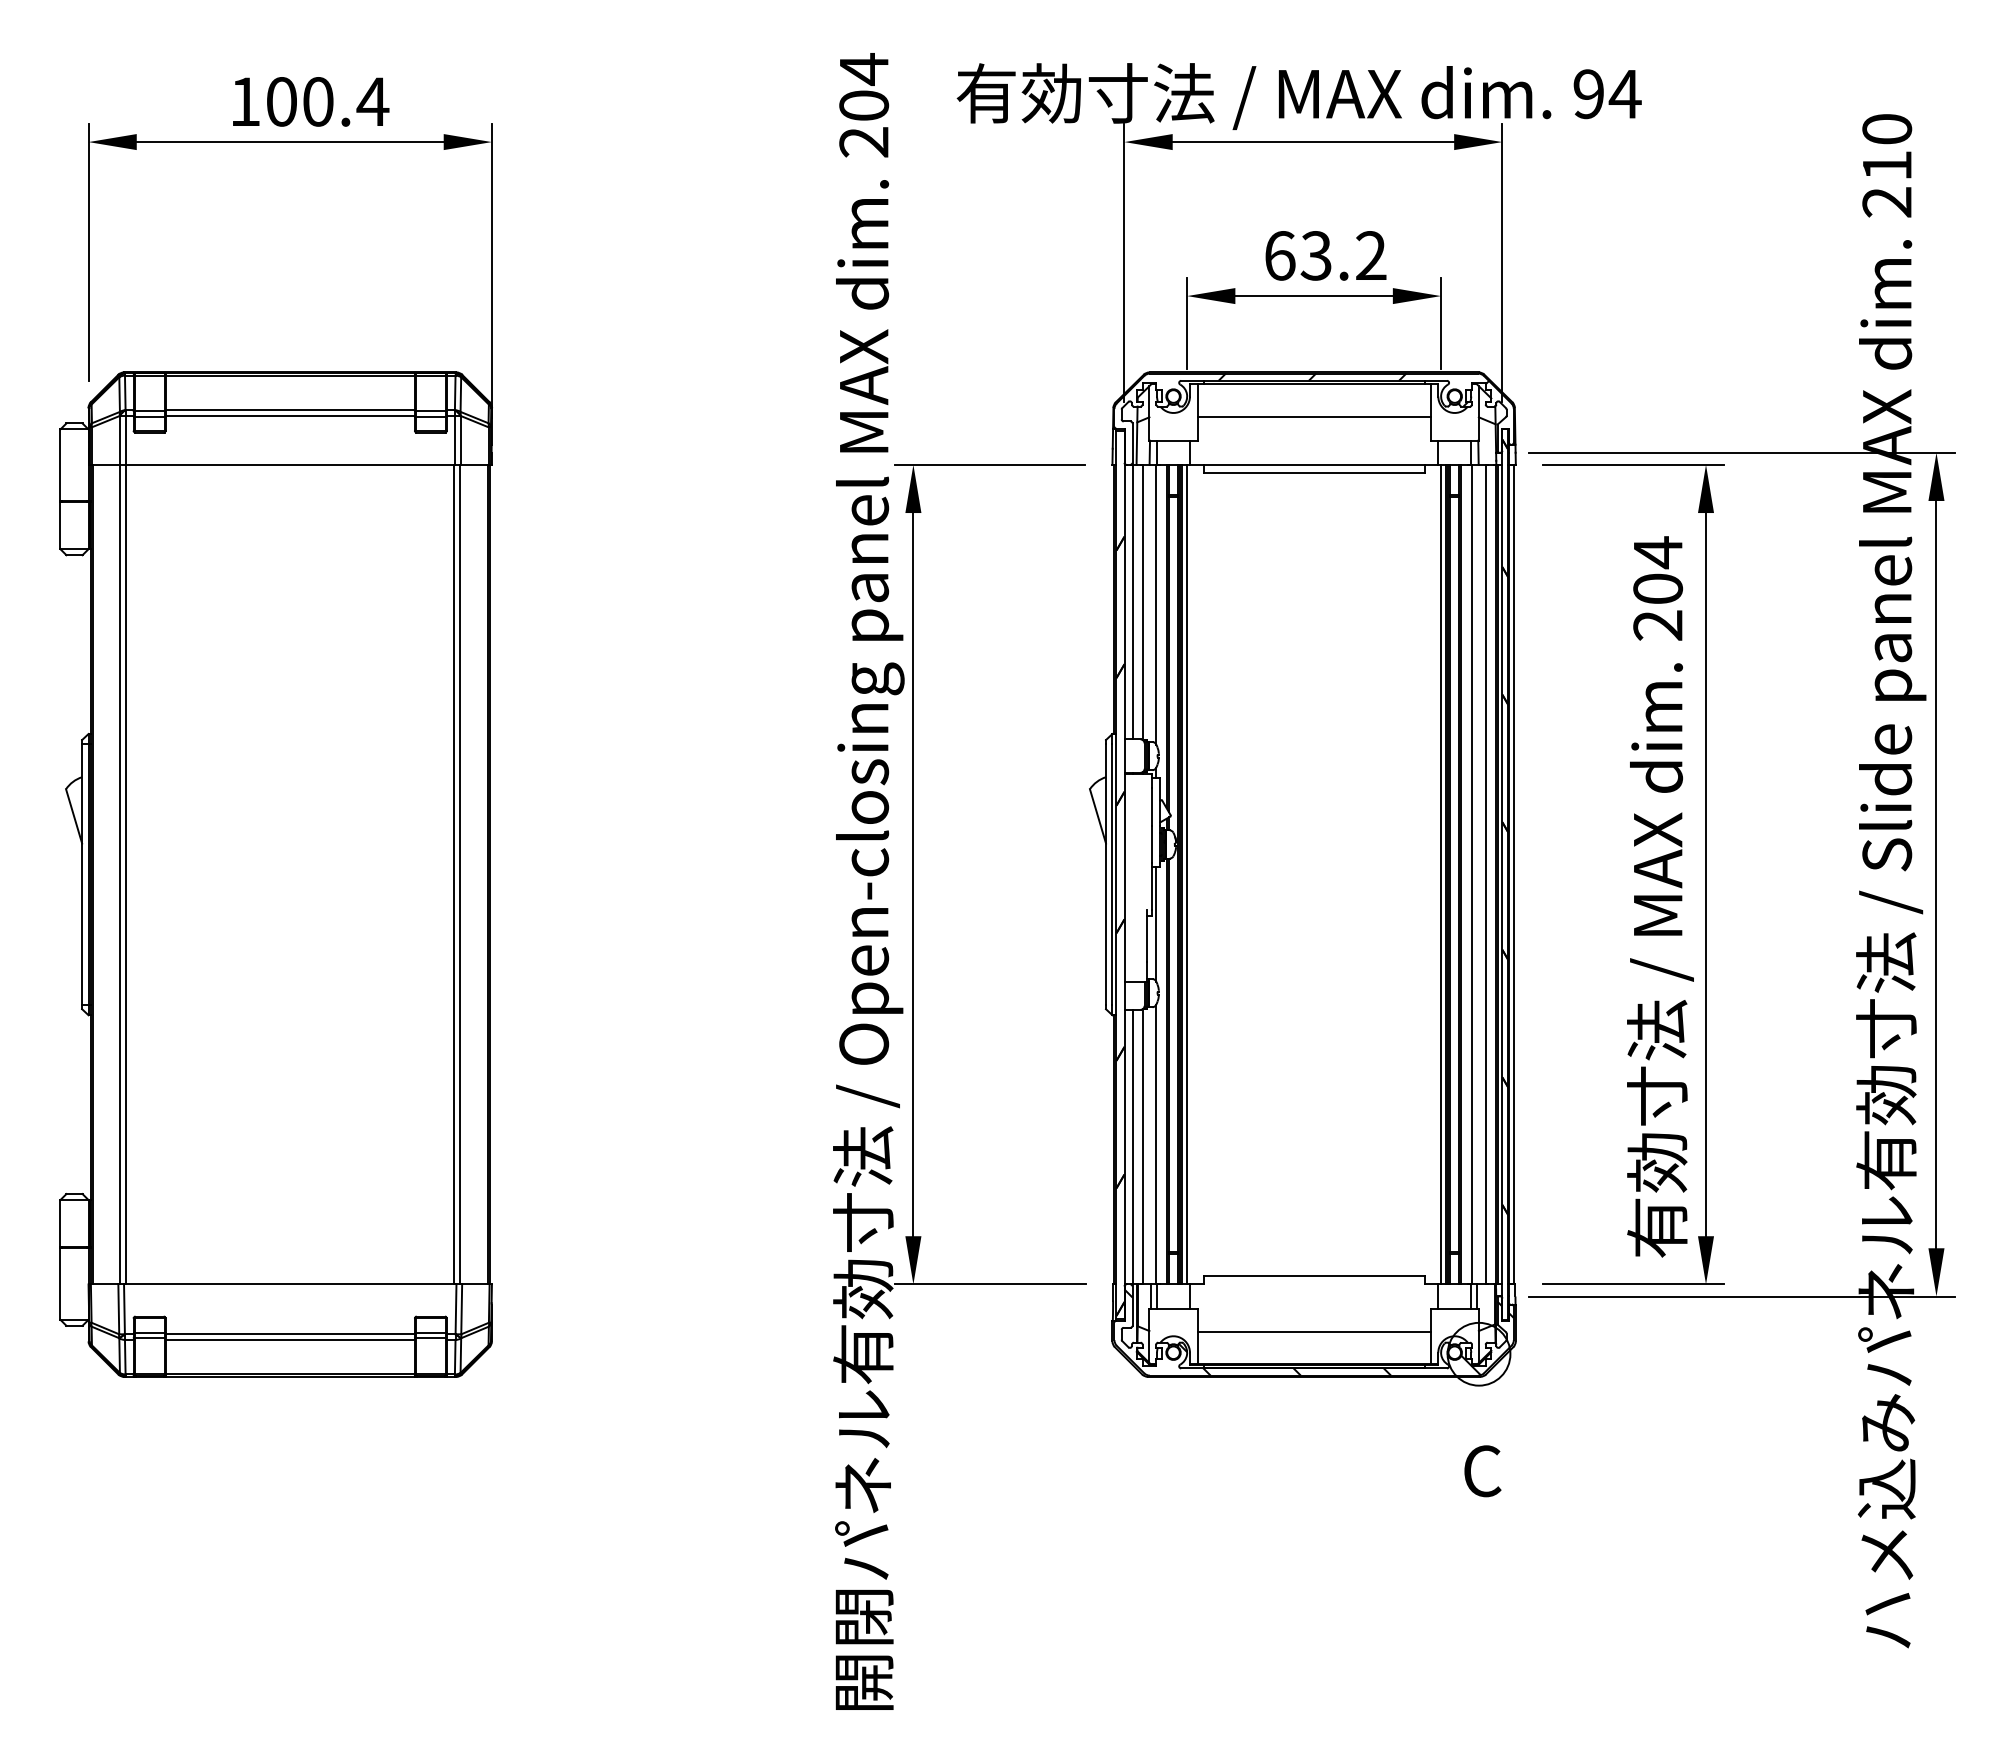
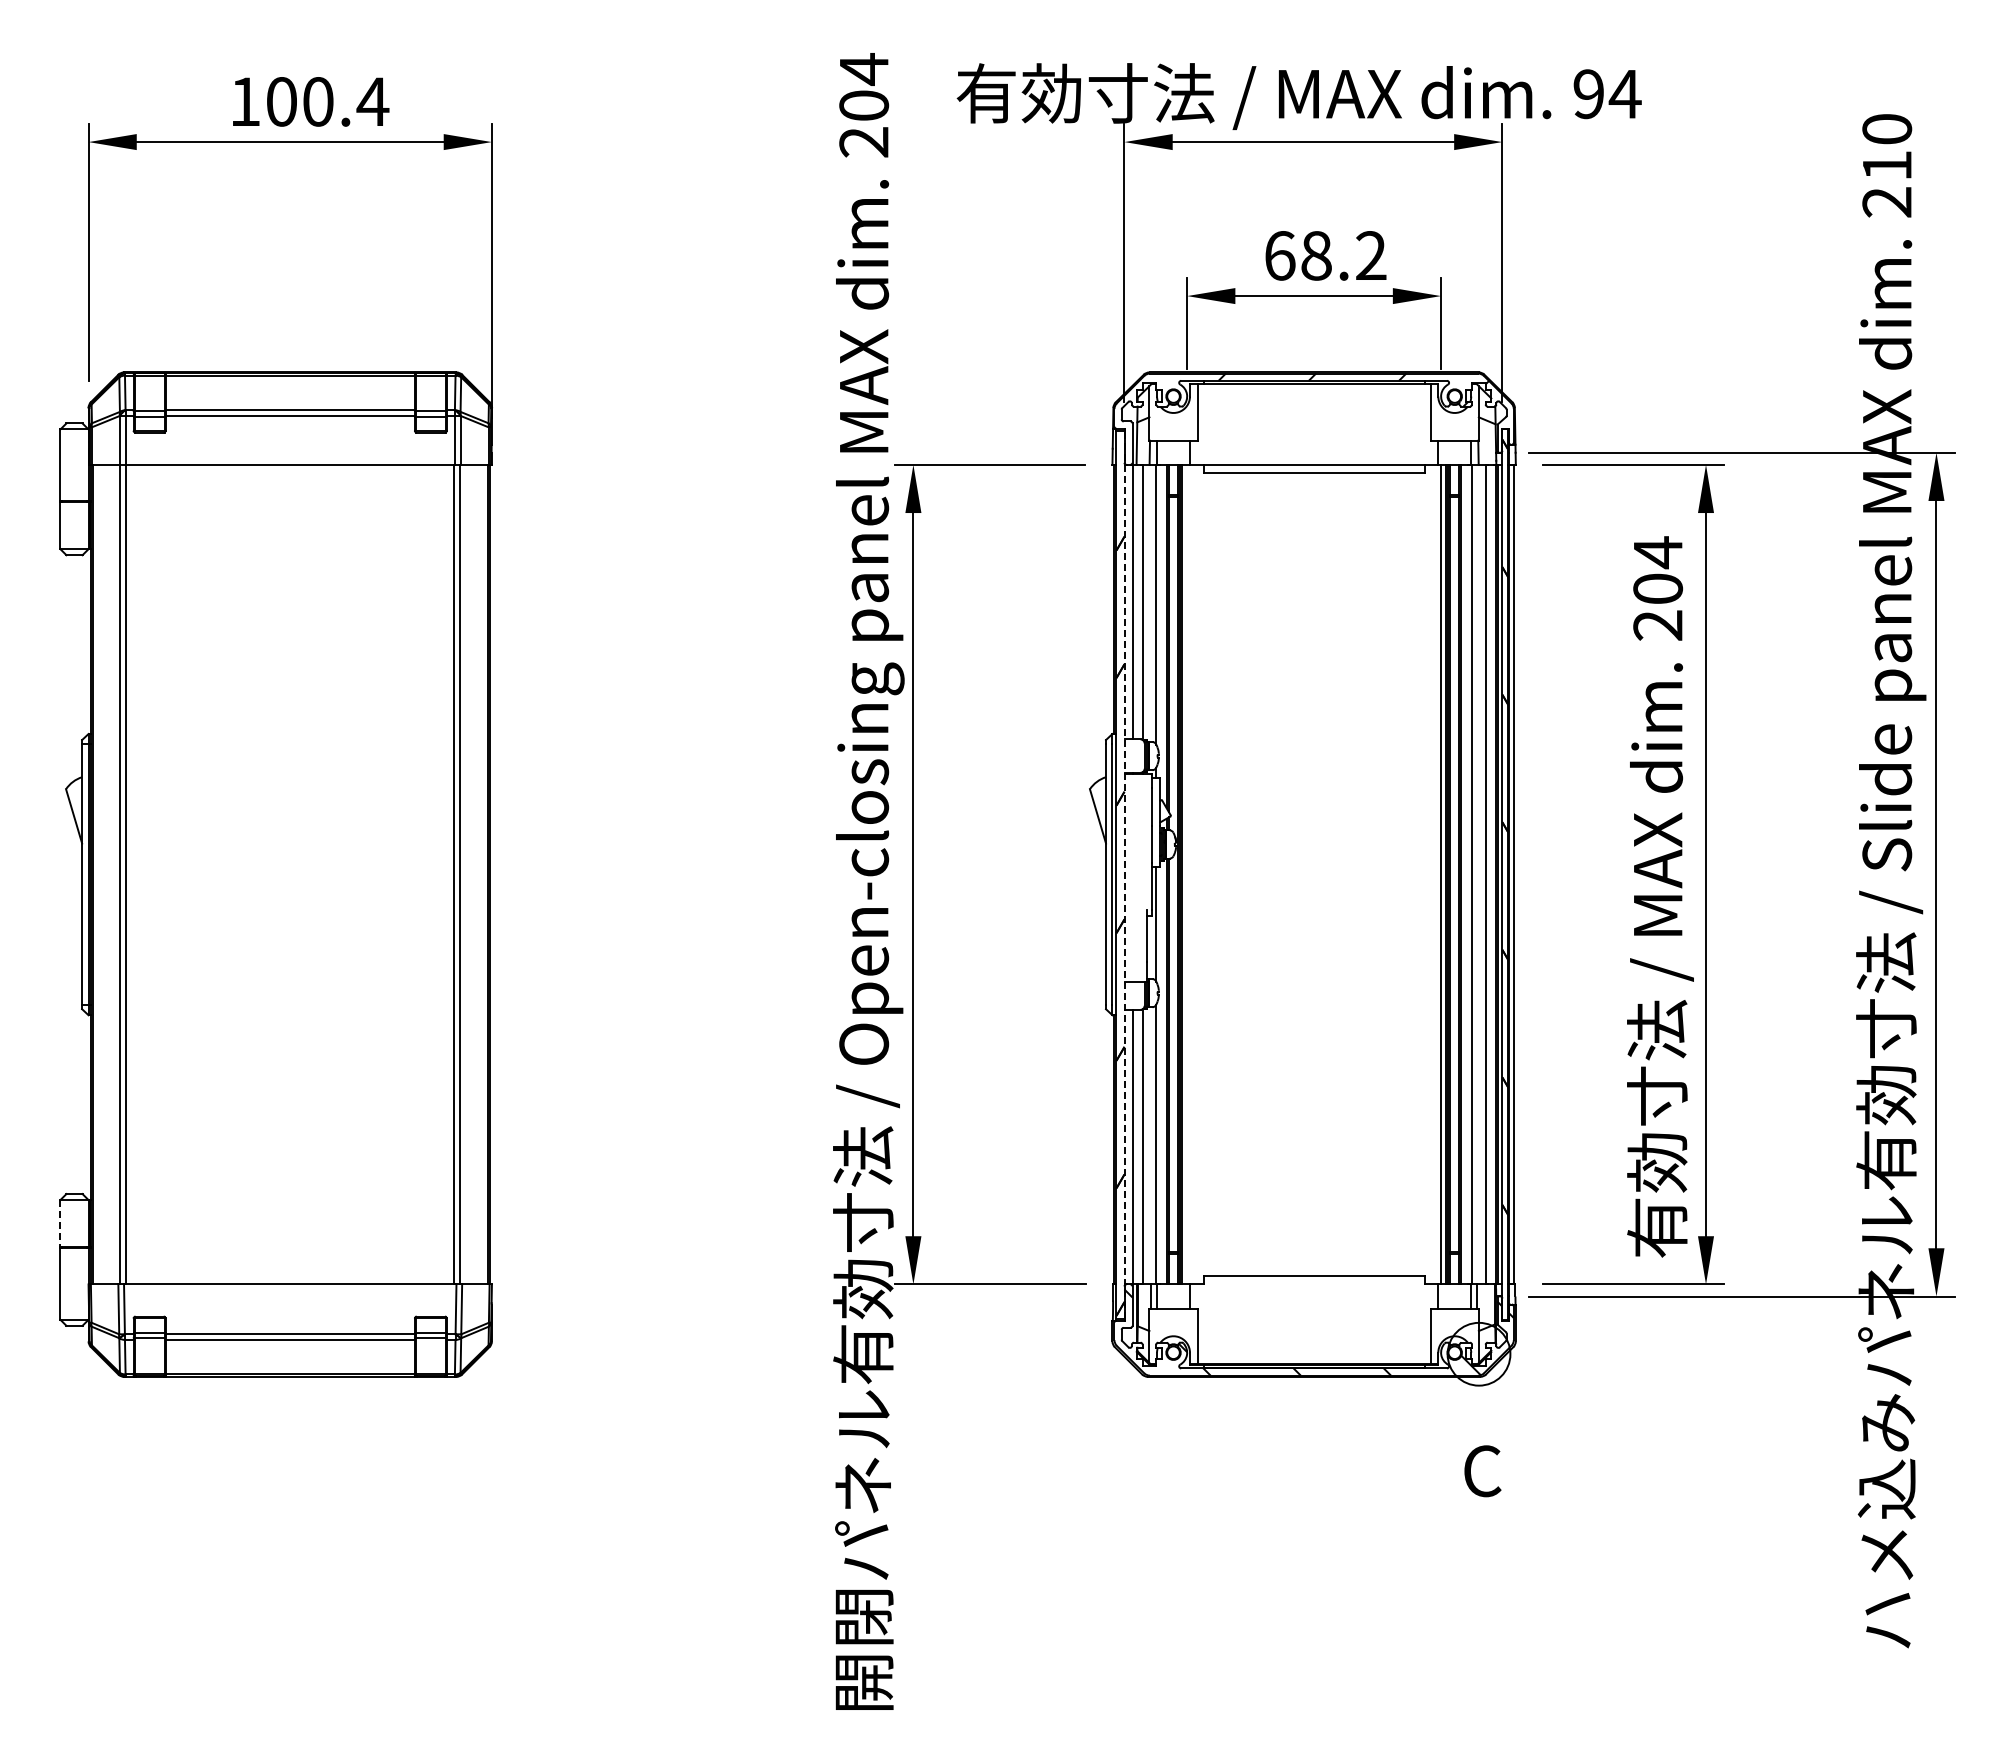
text at (1315, 255): 63.2 -> 68.2
line at (1313, 416): present -> none
line at (1124, 874): solid -> dashed
line at (1187, 874): present -> none
line at (60, 1223): solid -> dashed
line at (1313, 1331): present -> none
